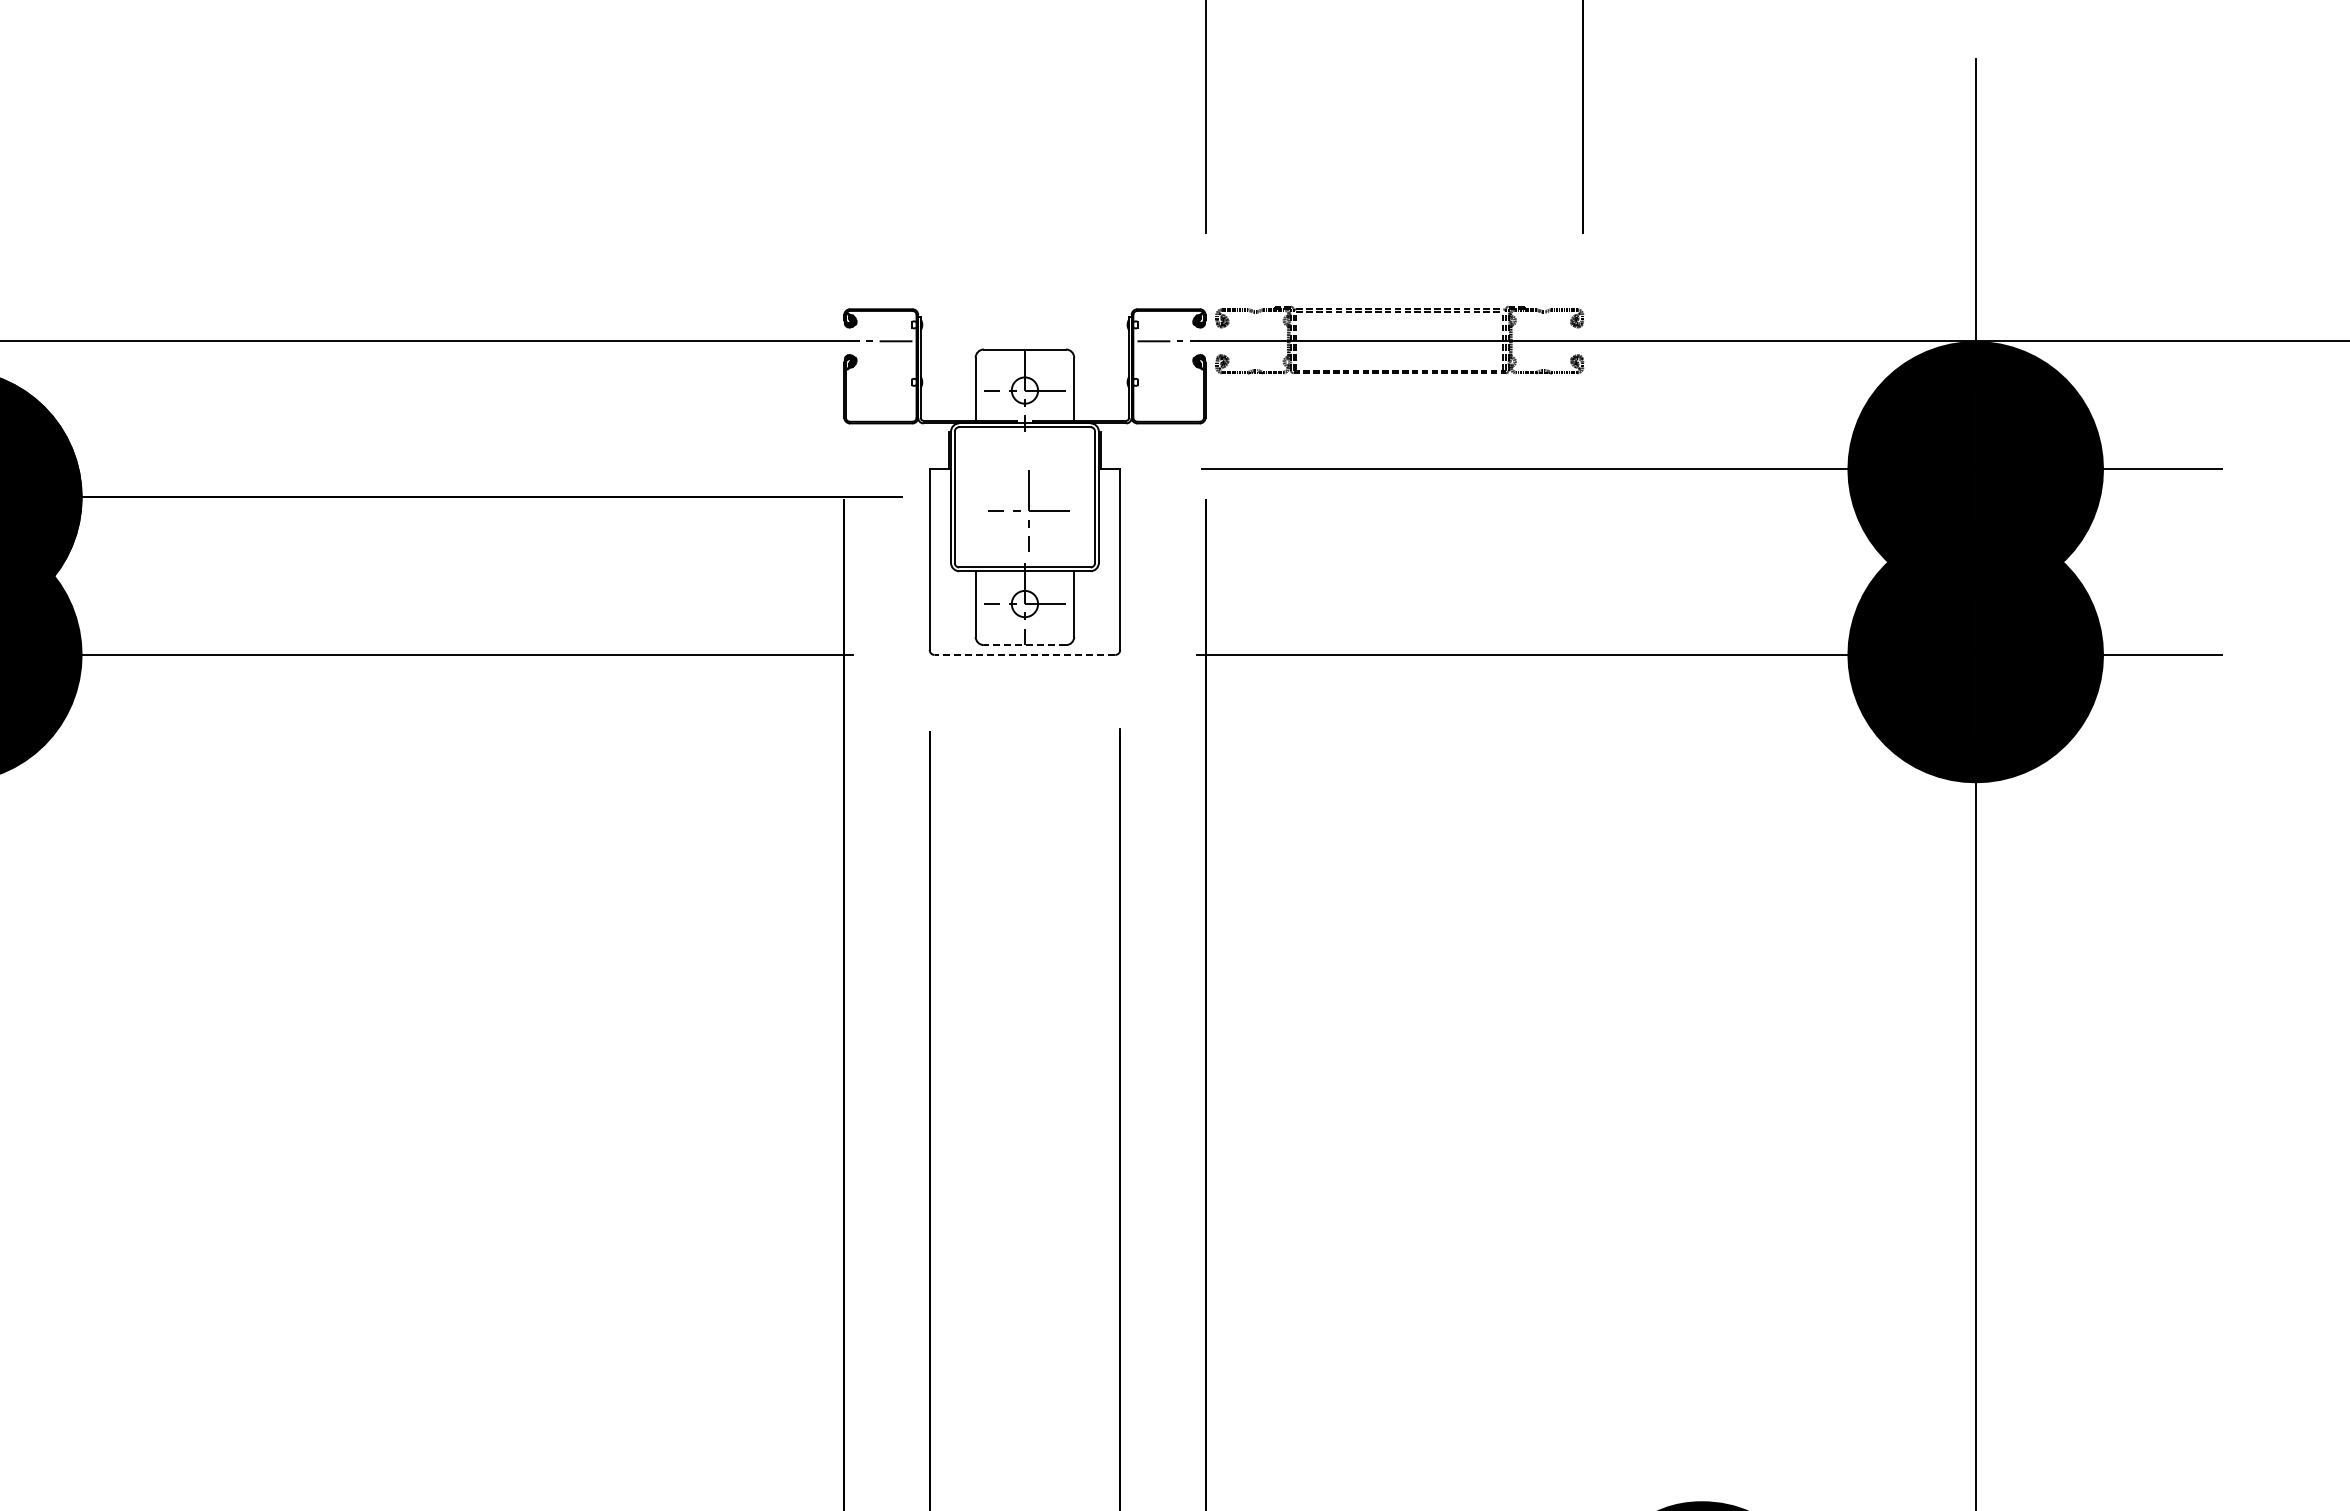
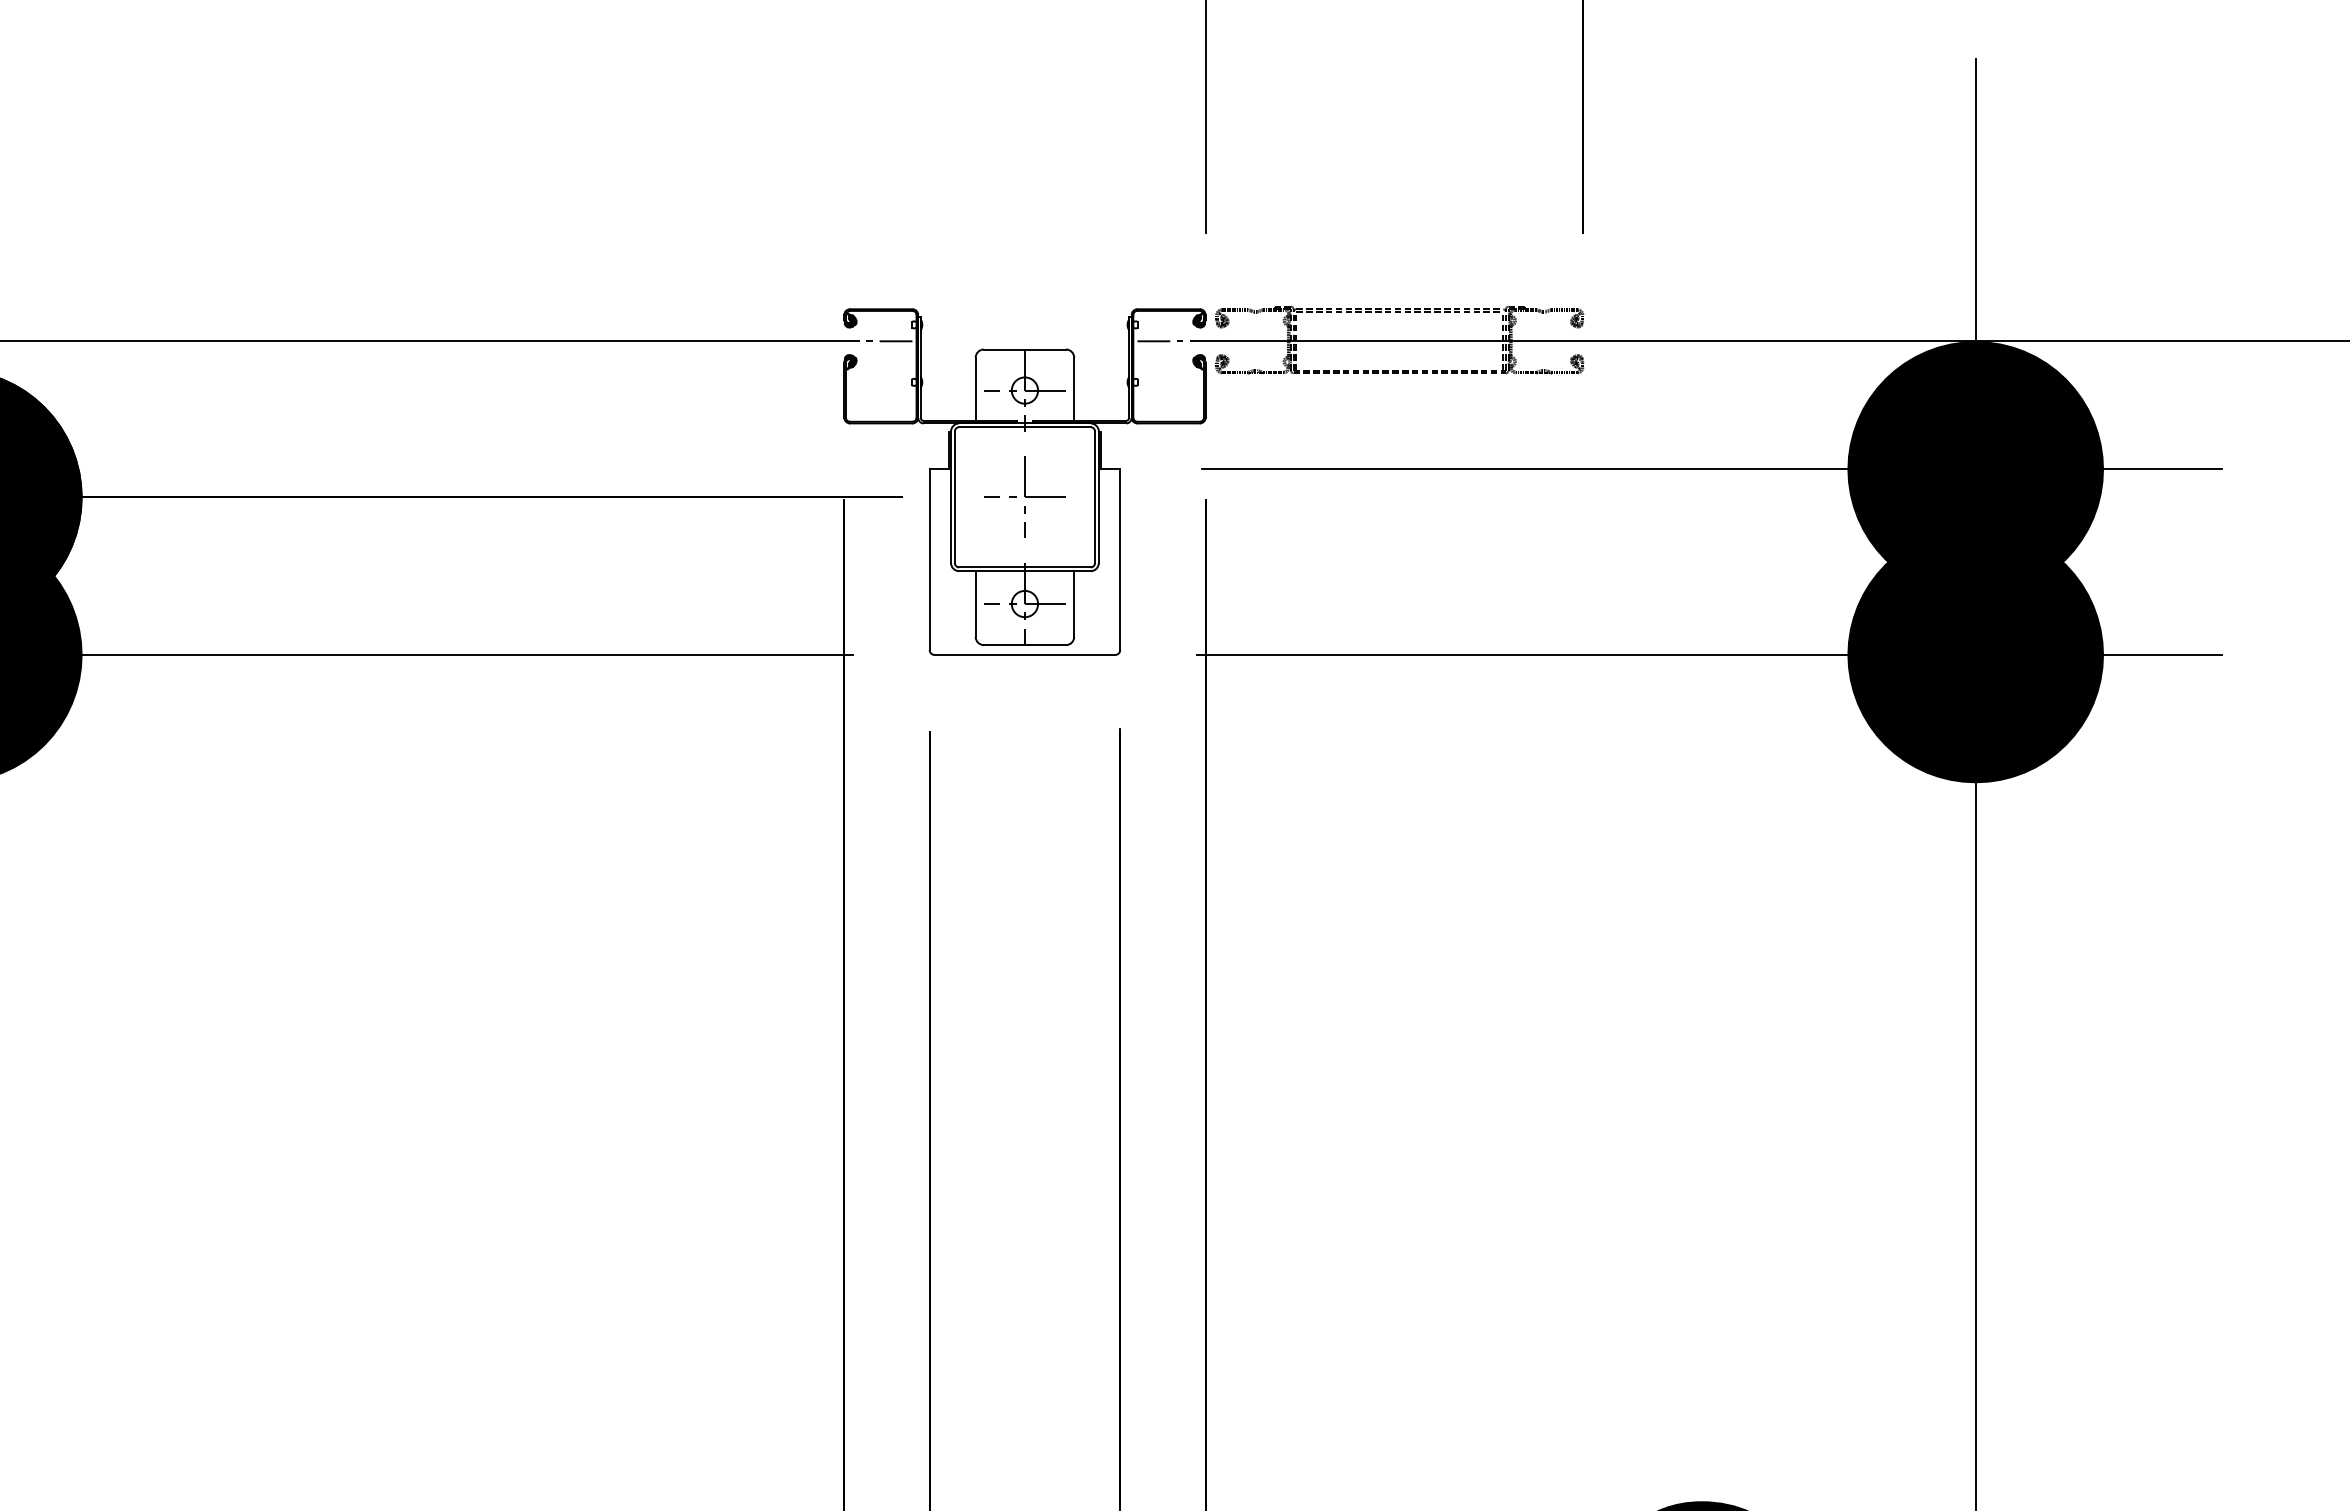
part at (1028, 510) position: (1028, 510) -> (1024, 496)
line at (1024, 645): dashed -> solid
line at (1024, 654): dashed -> solid
